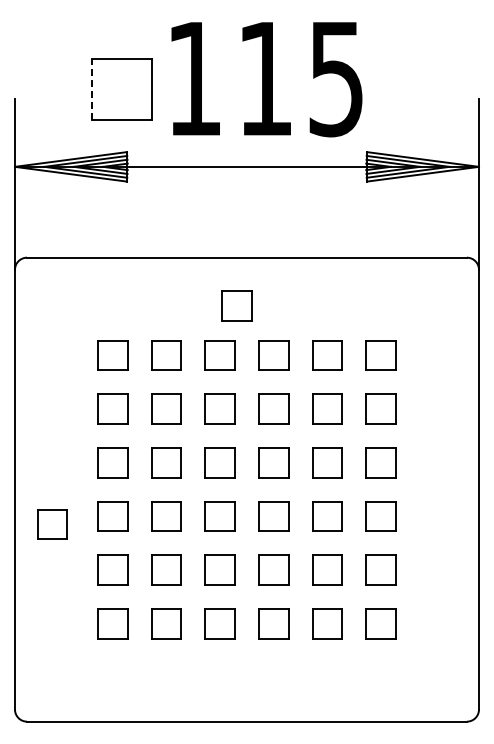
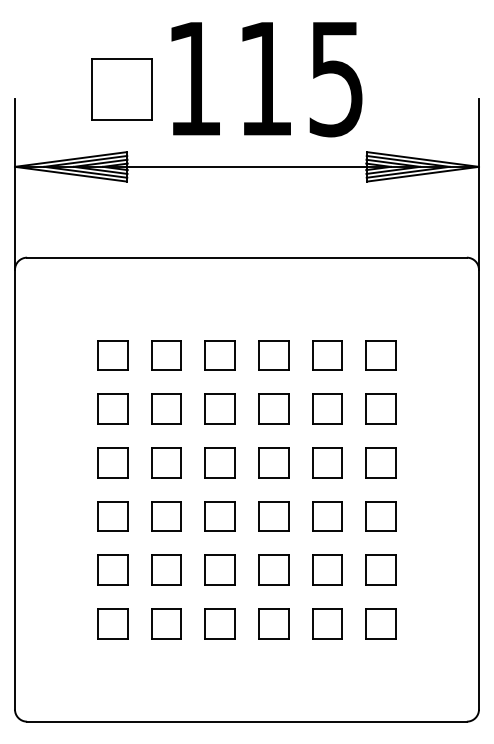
line at (91, 89): dashed -> solid
part at (236, 305): present -> none
part at (52, 524): present -> none
